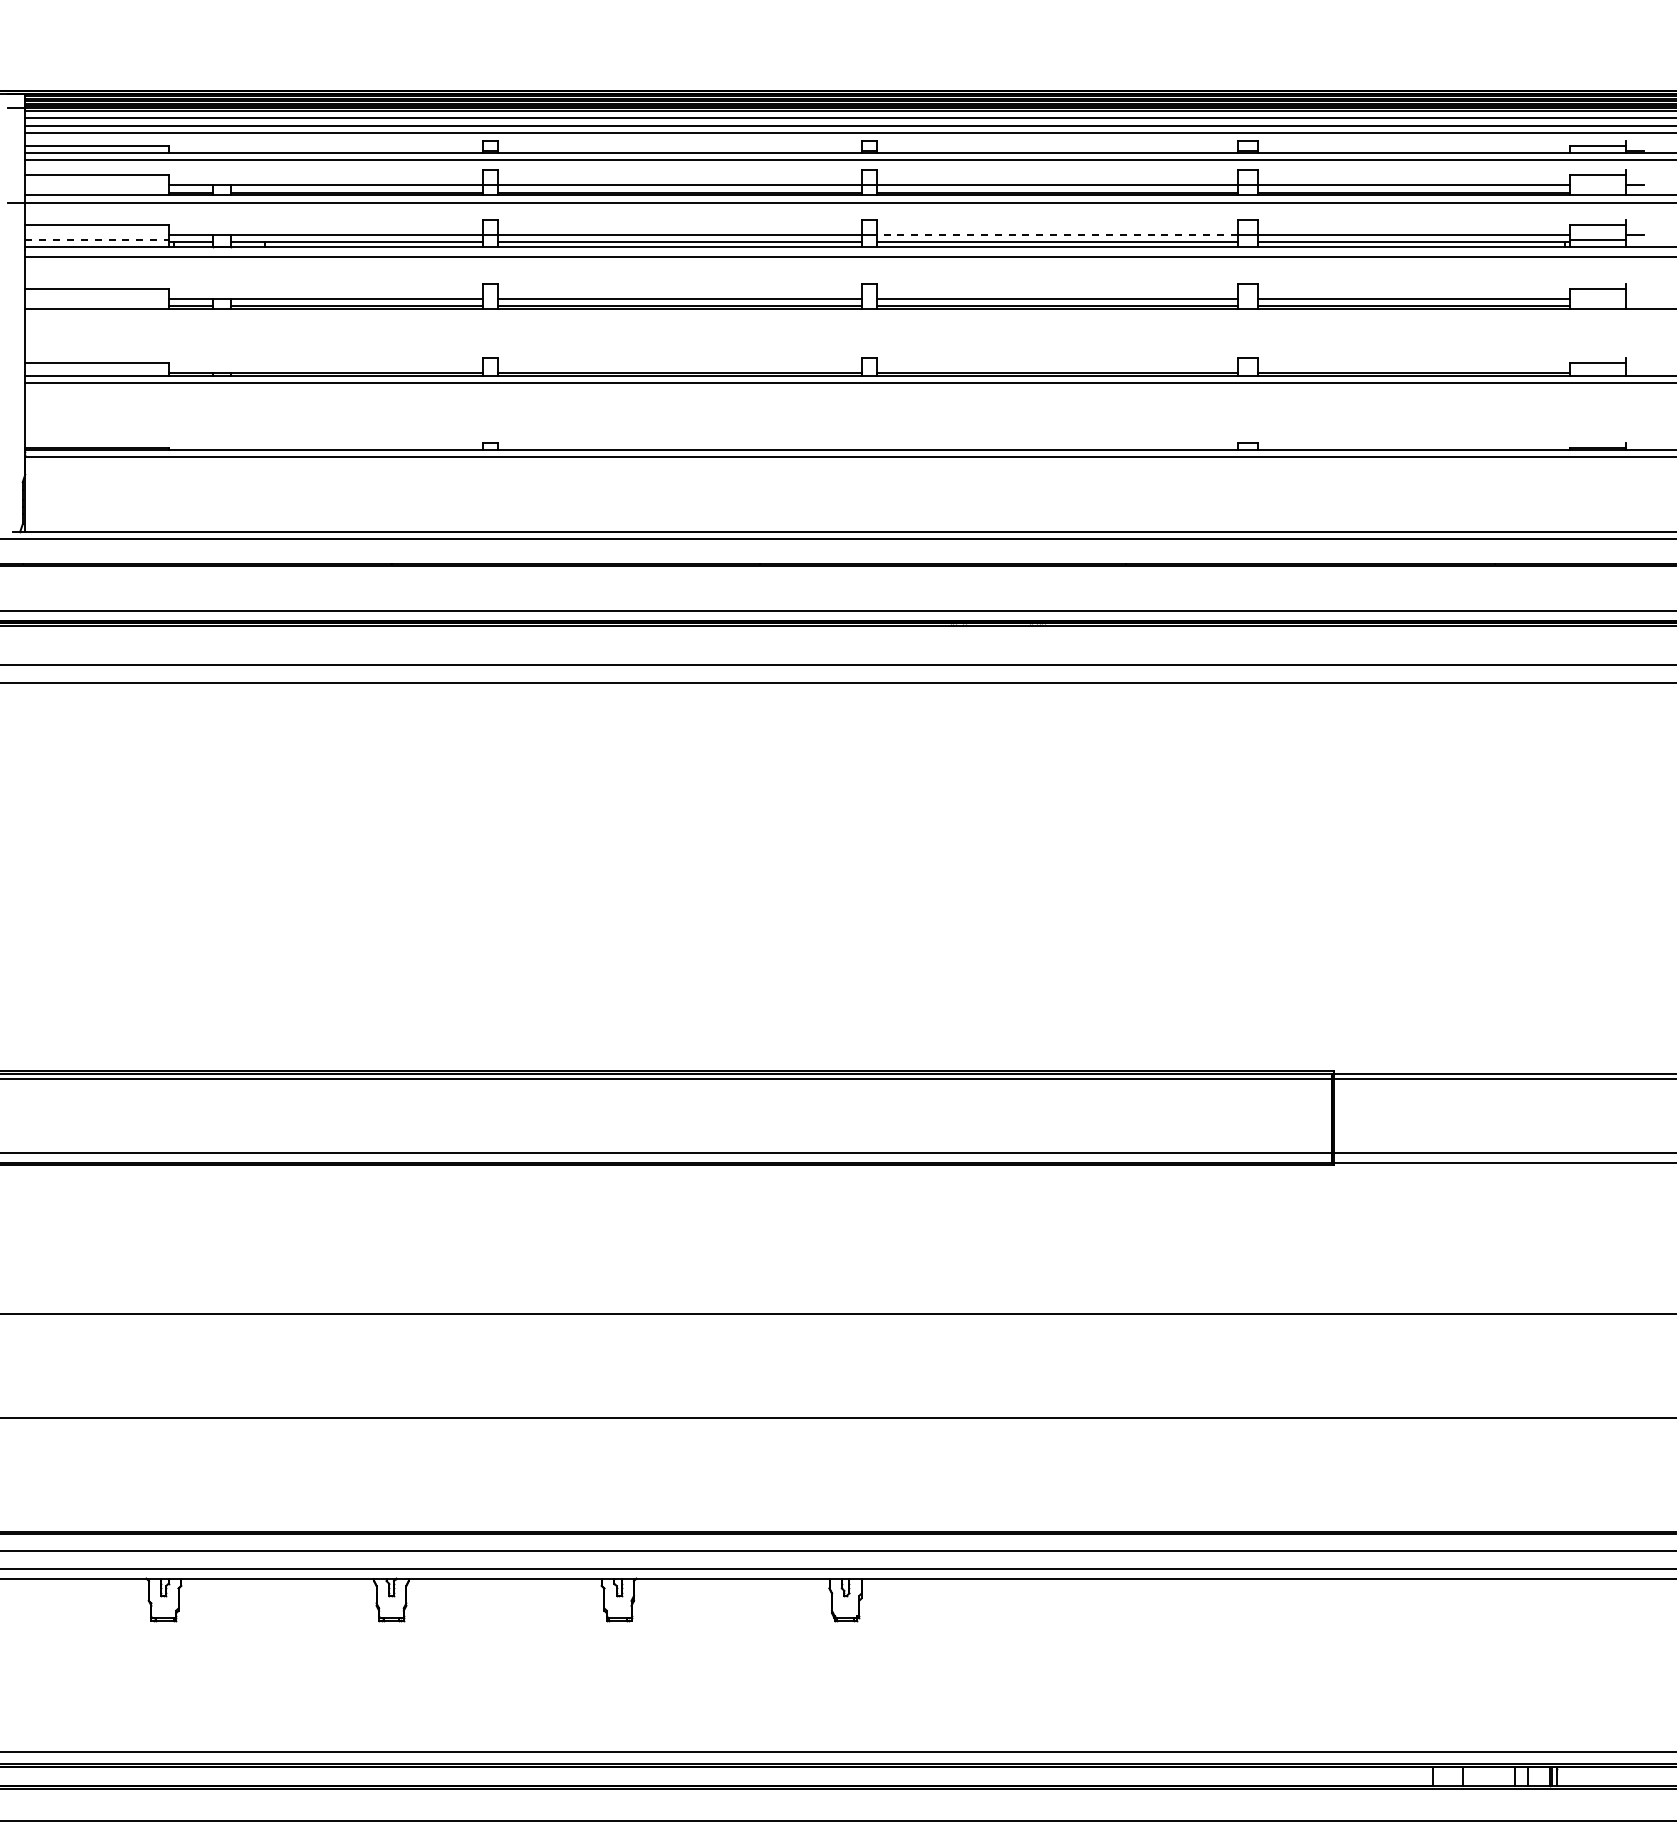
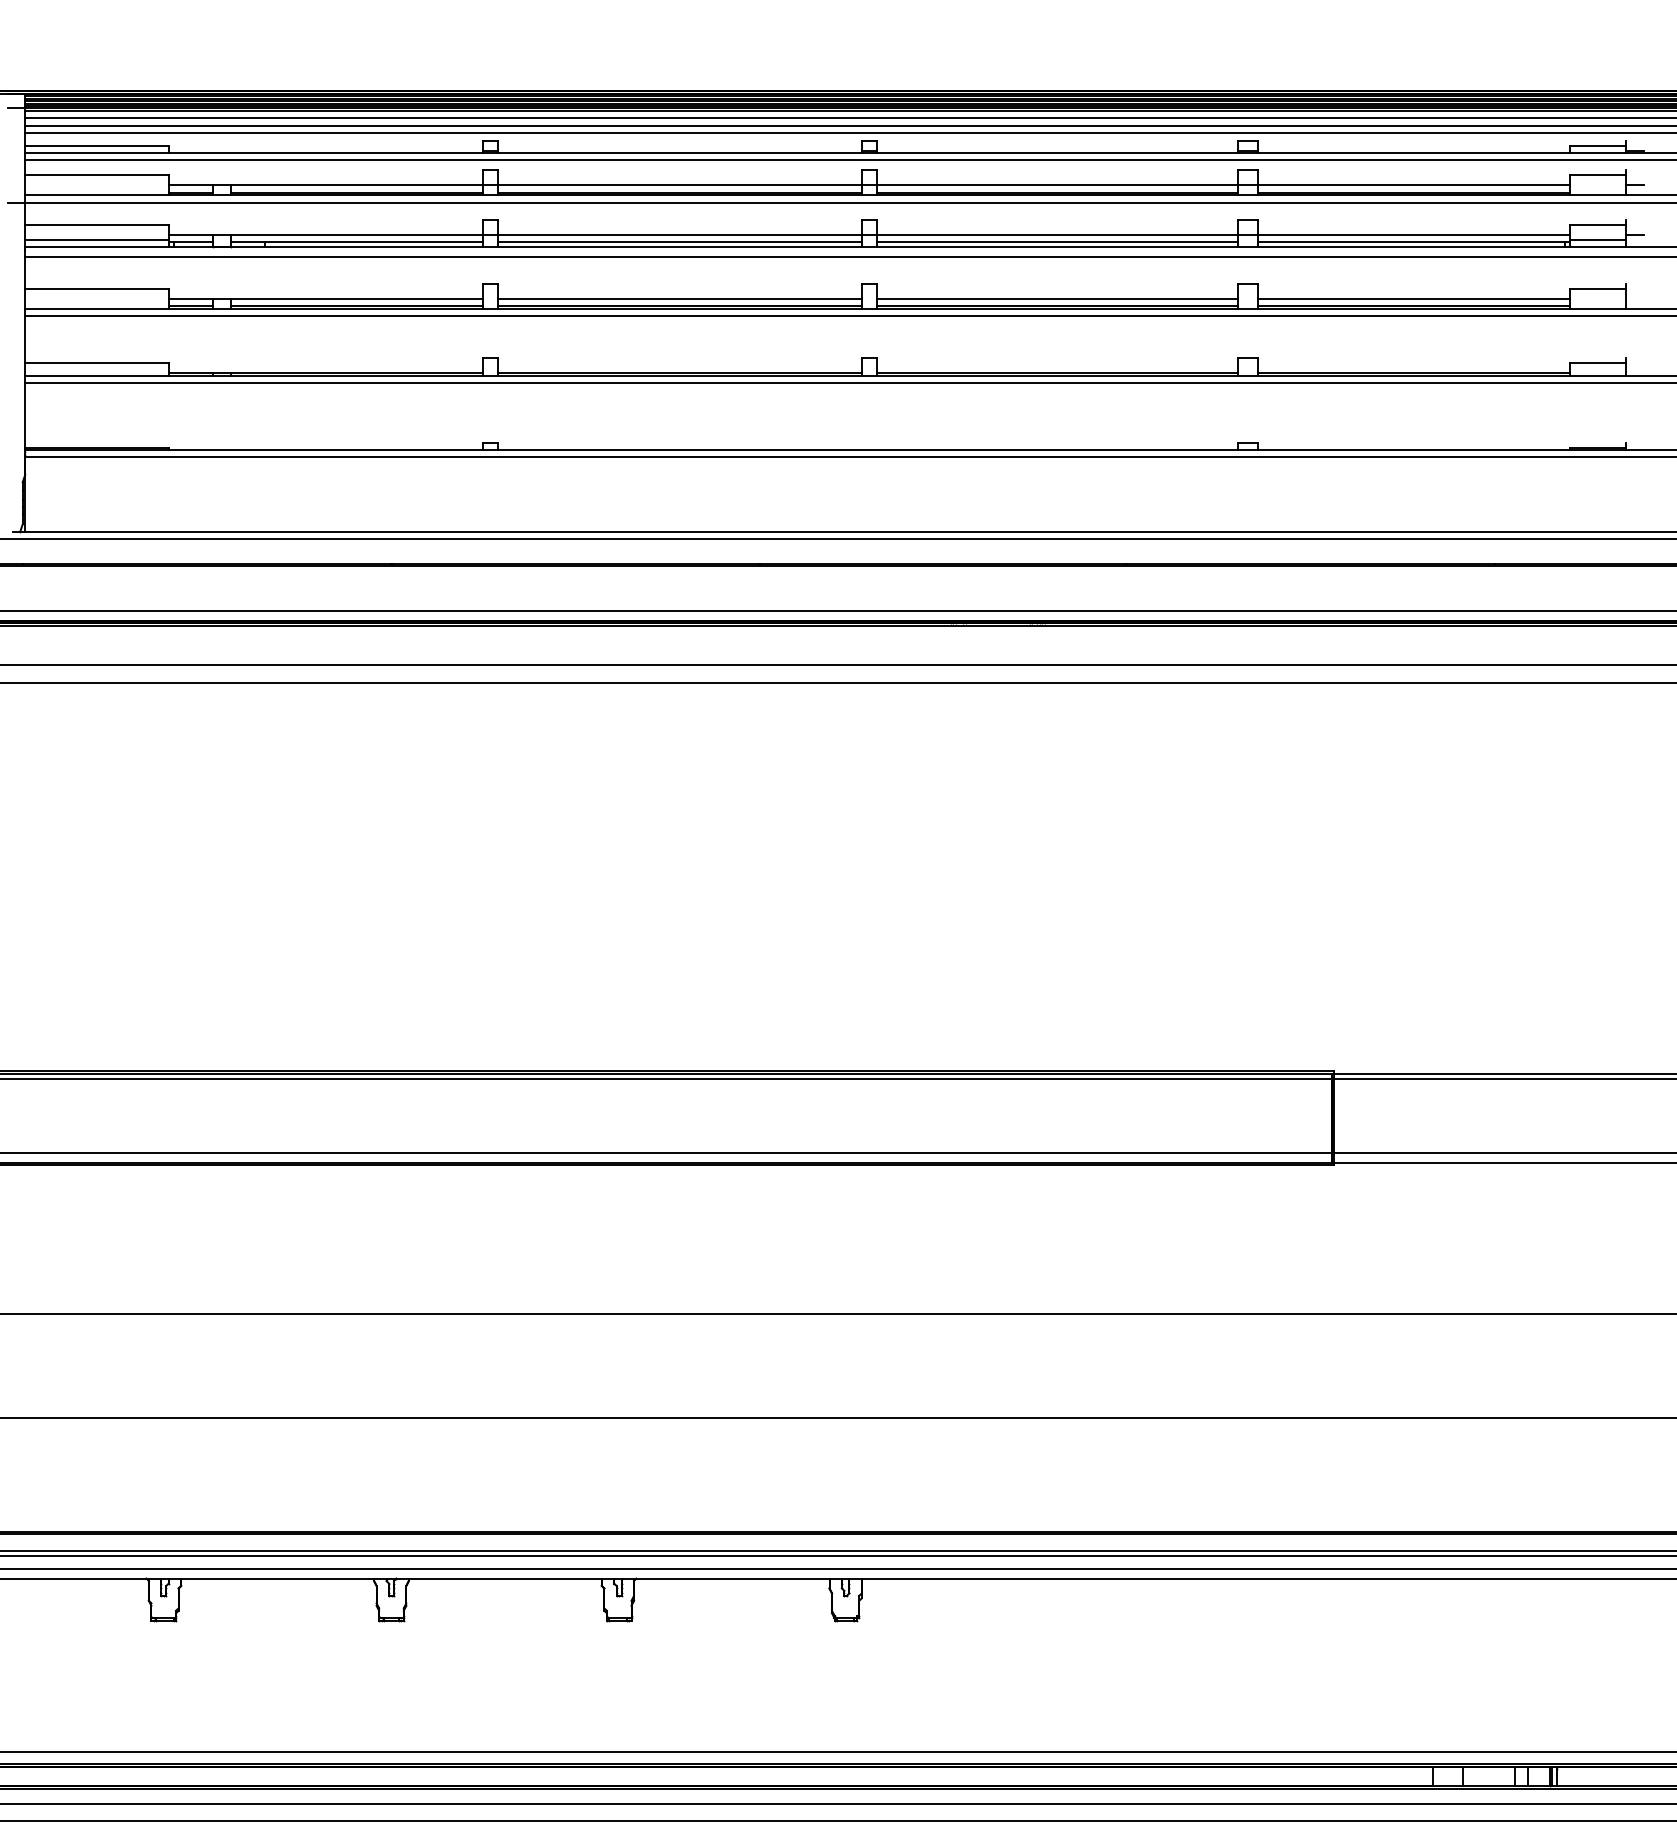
line at (1057, 234): dashed -> solid
line at (96, 239): dashed -> solid
line at (849, 316): none -> present
line at (837, 1556): none -> present
line at (837, 1803): none -> present
